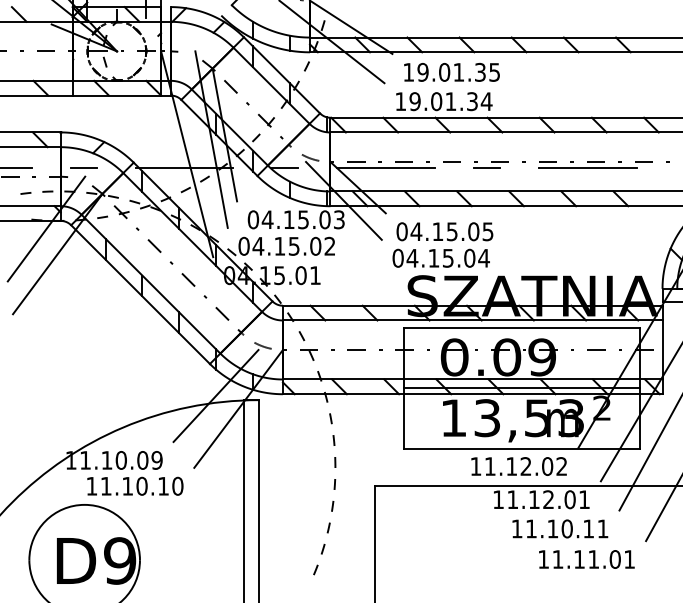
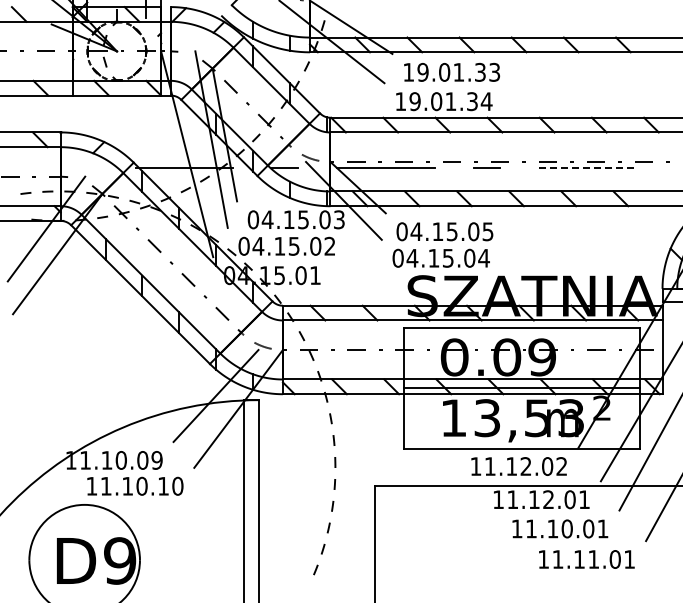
text at (494, 71): 19.01.35 -> 19.01.33
line at (16, 168): present -> none
line at (83, 168): present -> none
line at (587, 168): solid -> dashed
text at (588, 528): 11.10.11 -> 11.10.01
